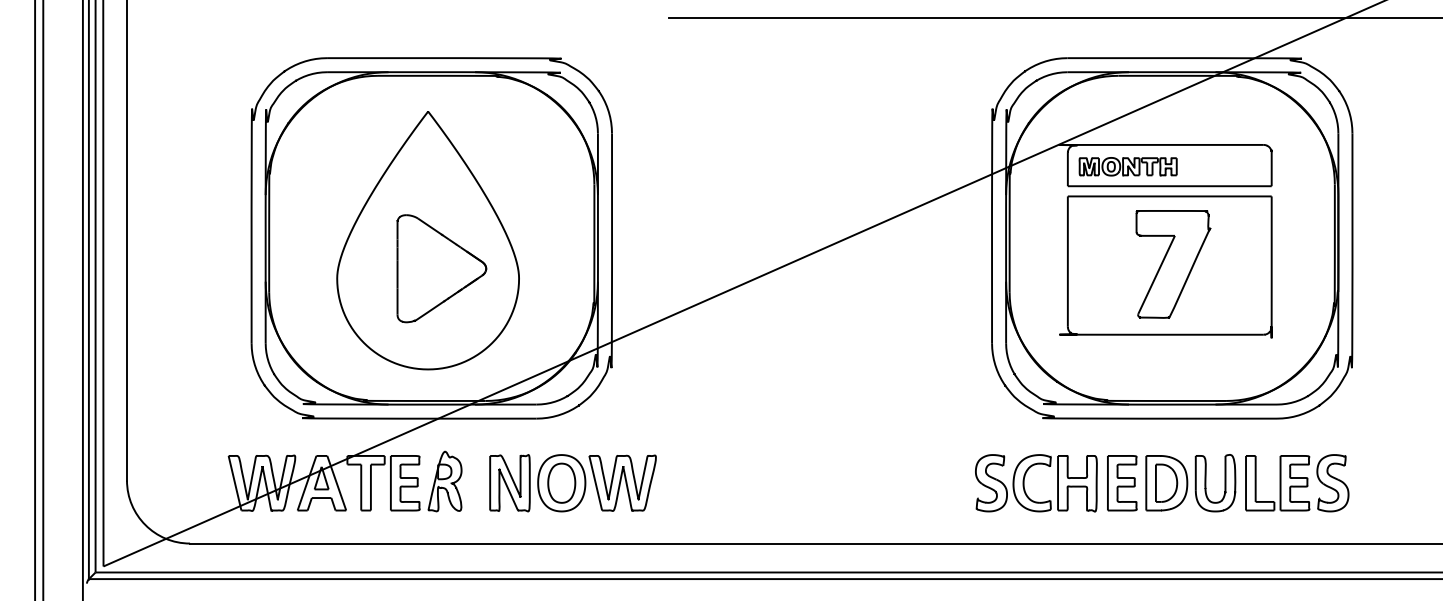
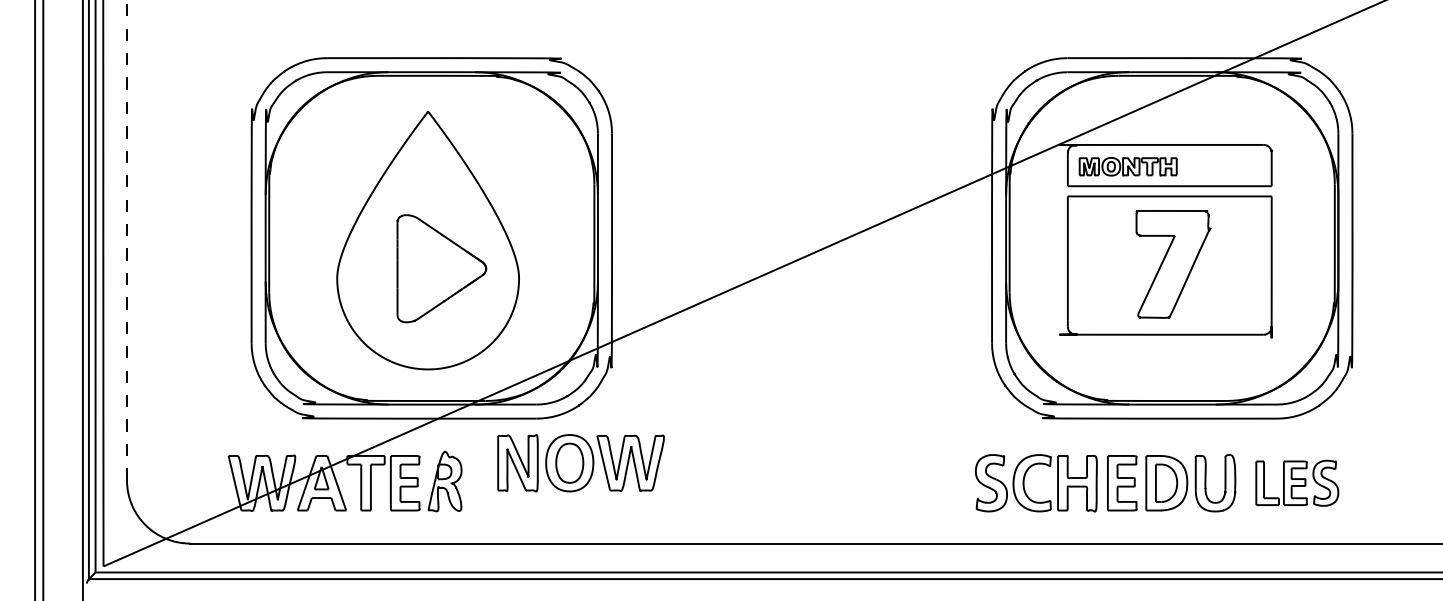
line at (1054, 18): present -> none
line at (127, 239): solid -> dashed
part at (572, 483) position: (572, 483) -> (580, 463)
part at (1297, 483) size: 105x59 px -> 85x48 px
